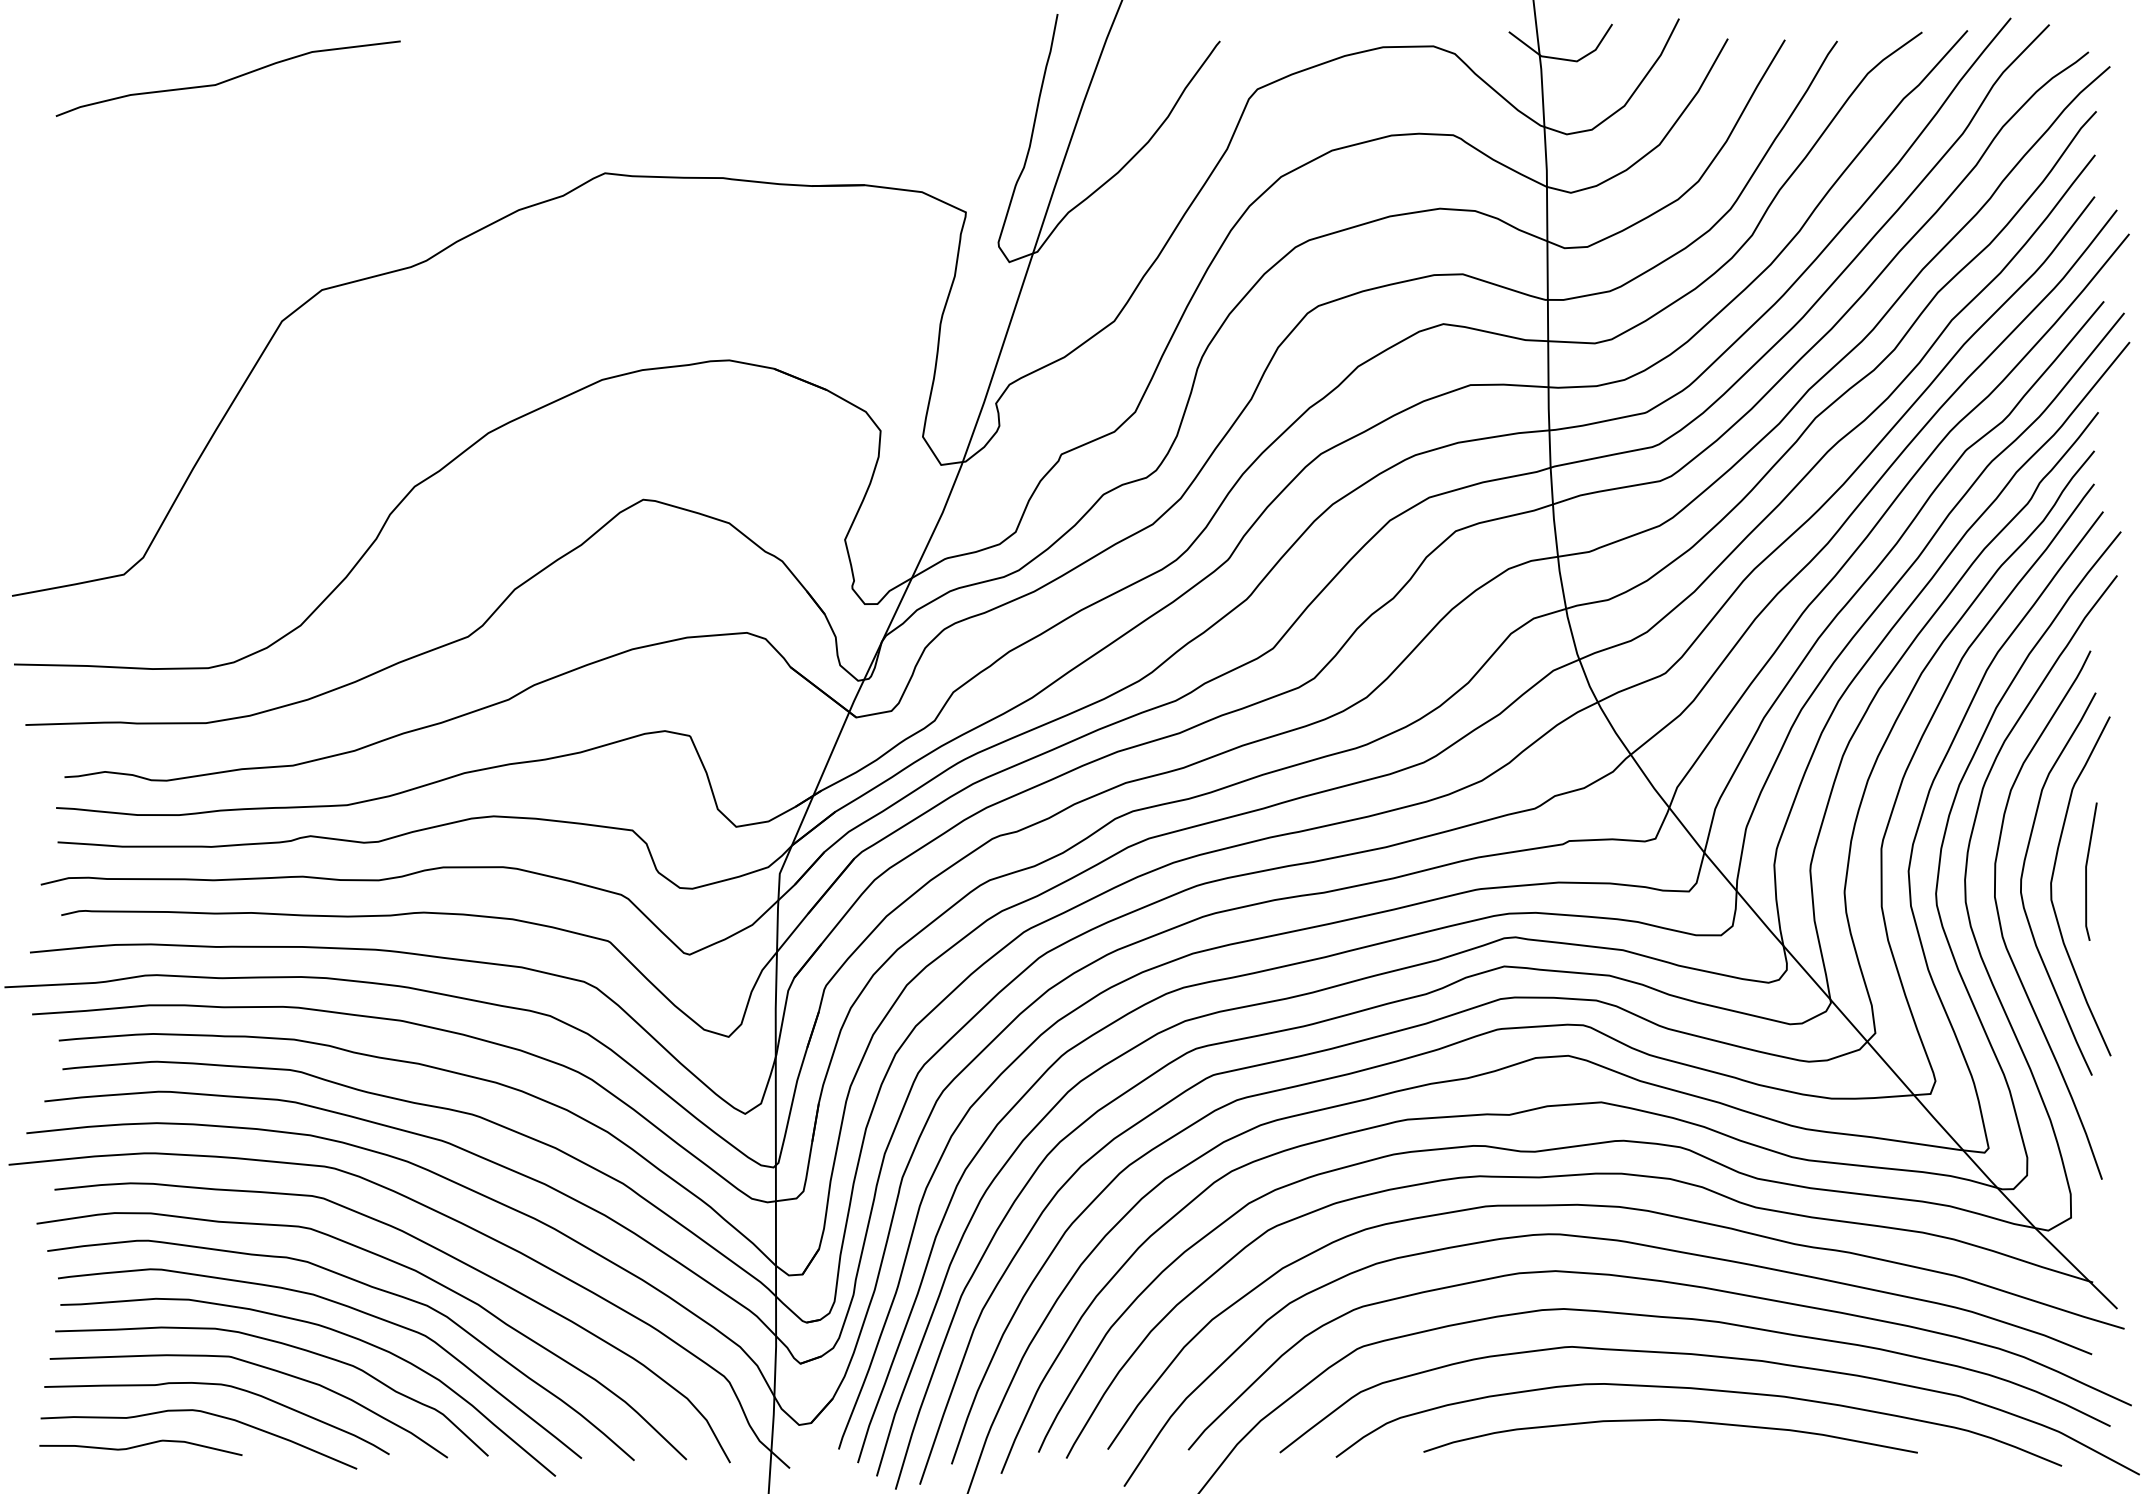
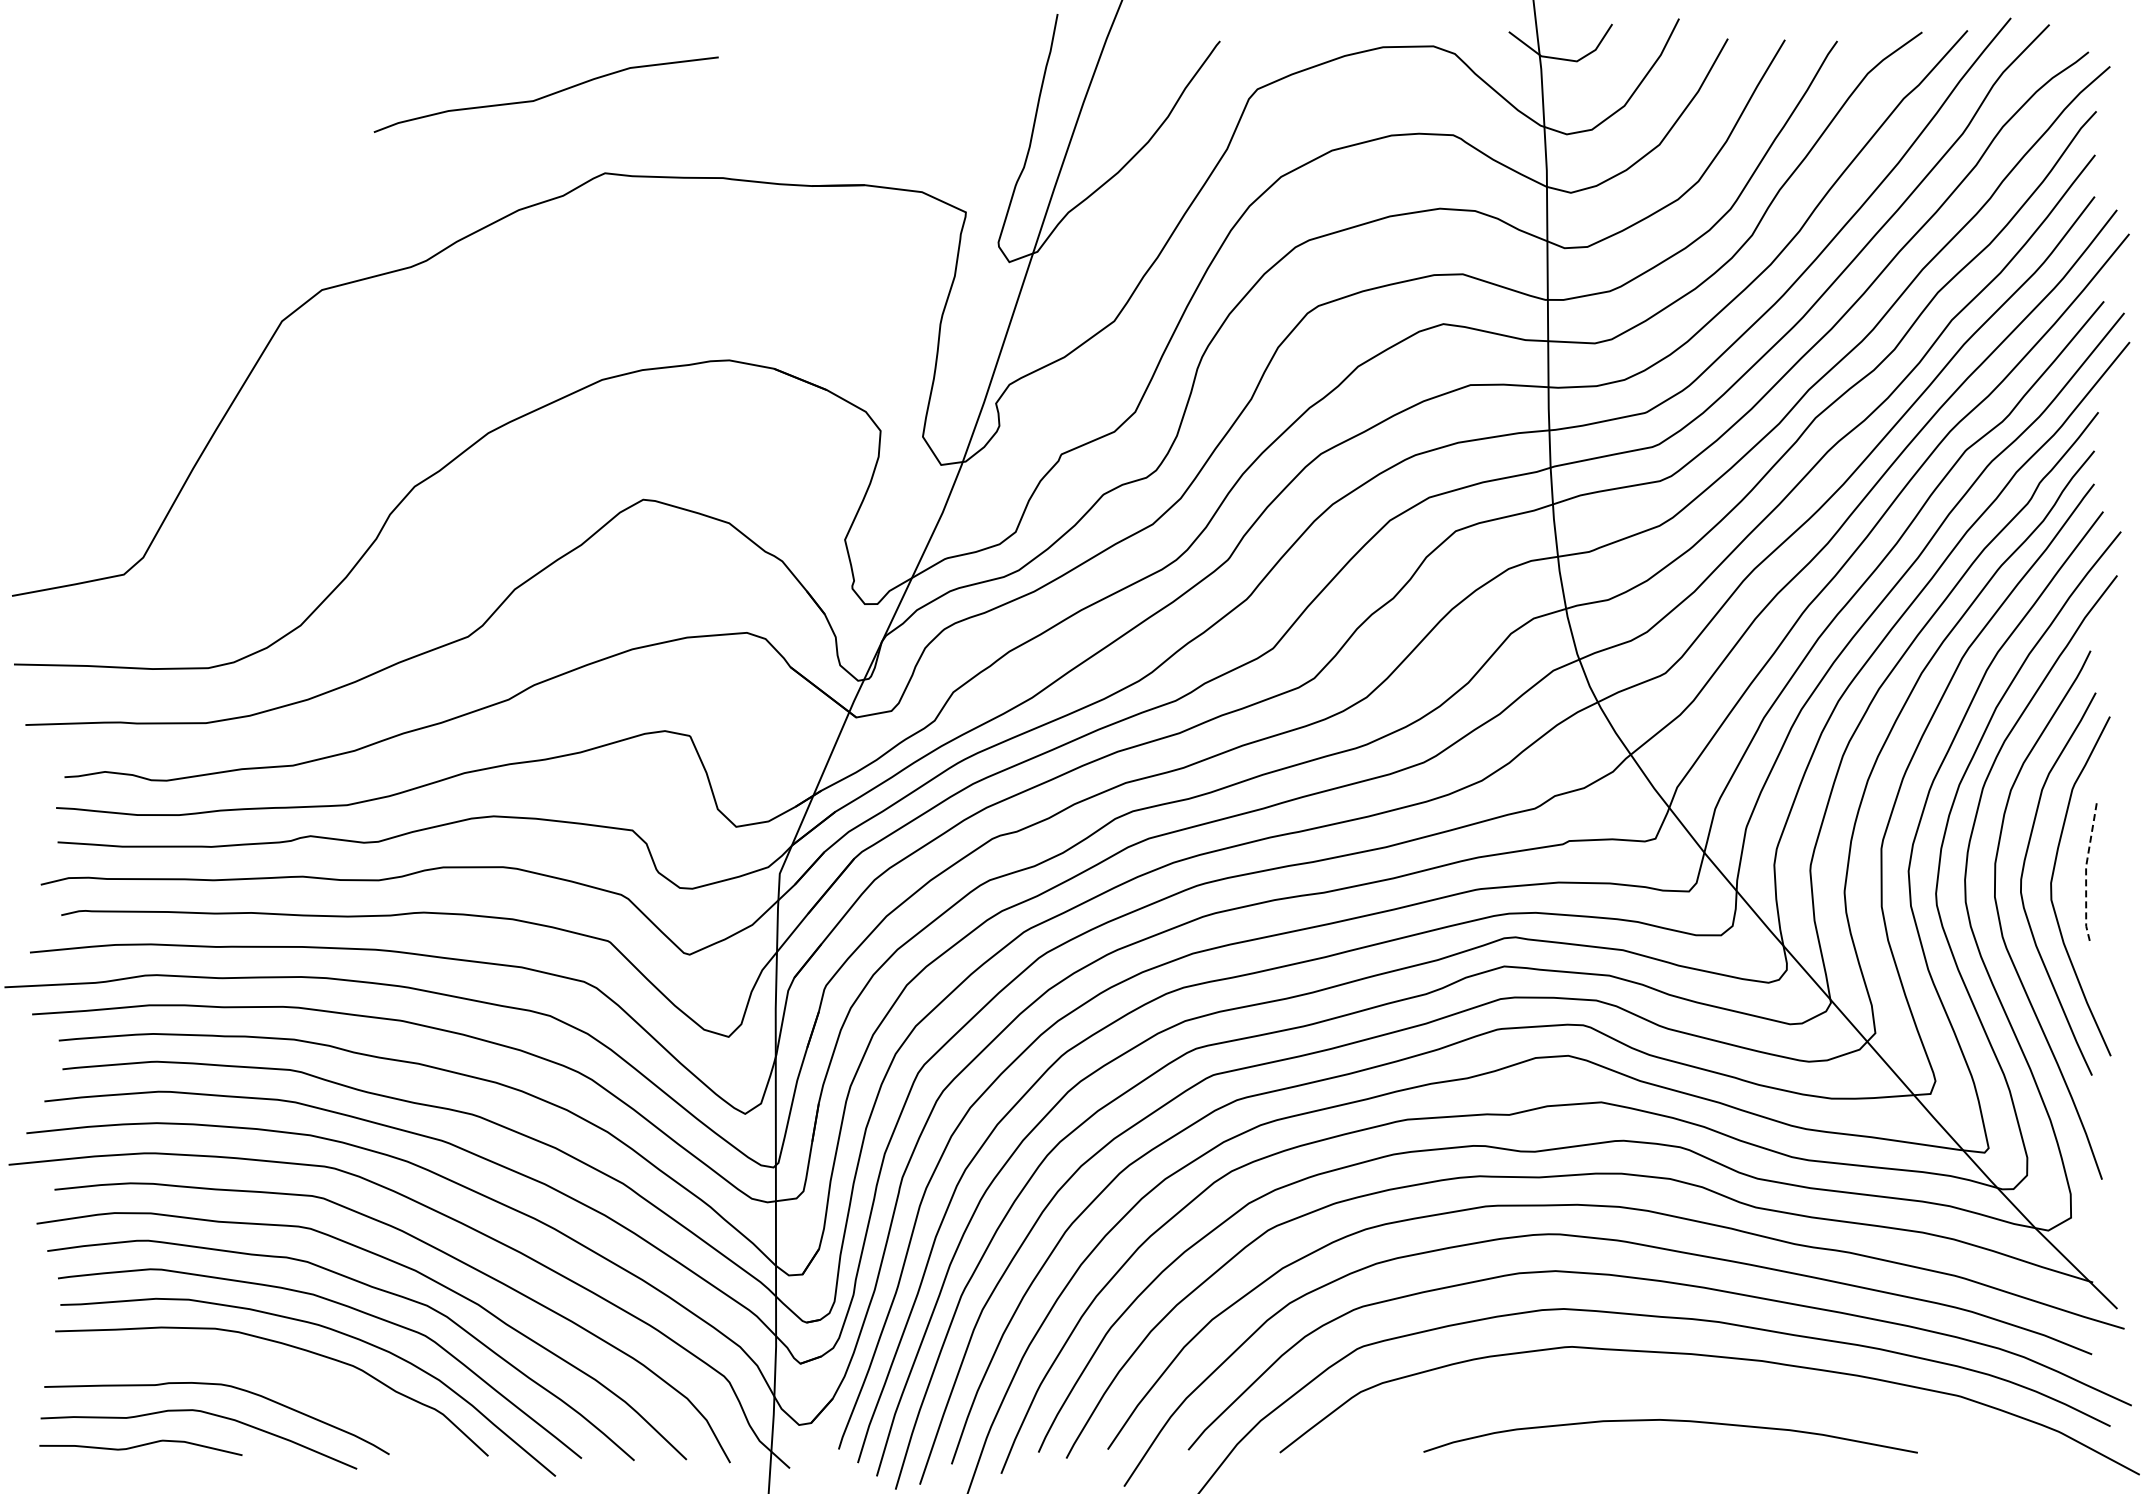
curve at (227, 79) position: (227, 79) -> (545, 95)
line at (2086, 871): solid -> dashed
curve at (261, 1367): present -> none
curve at (1702, 1390): present -> none
